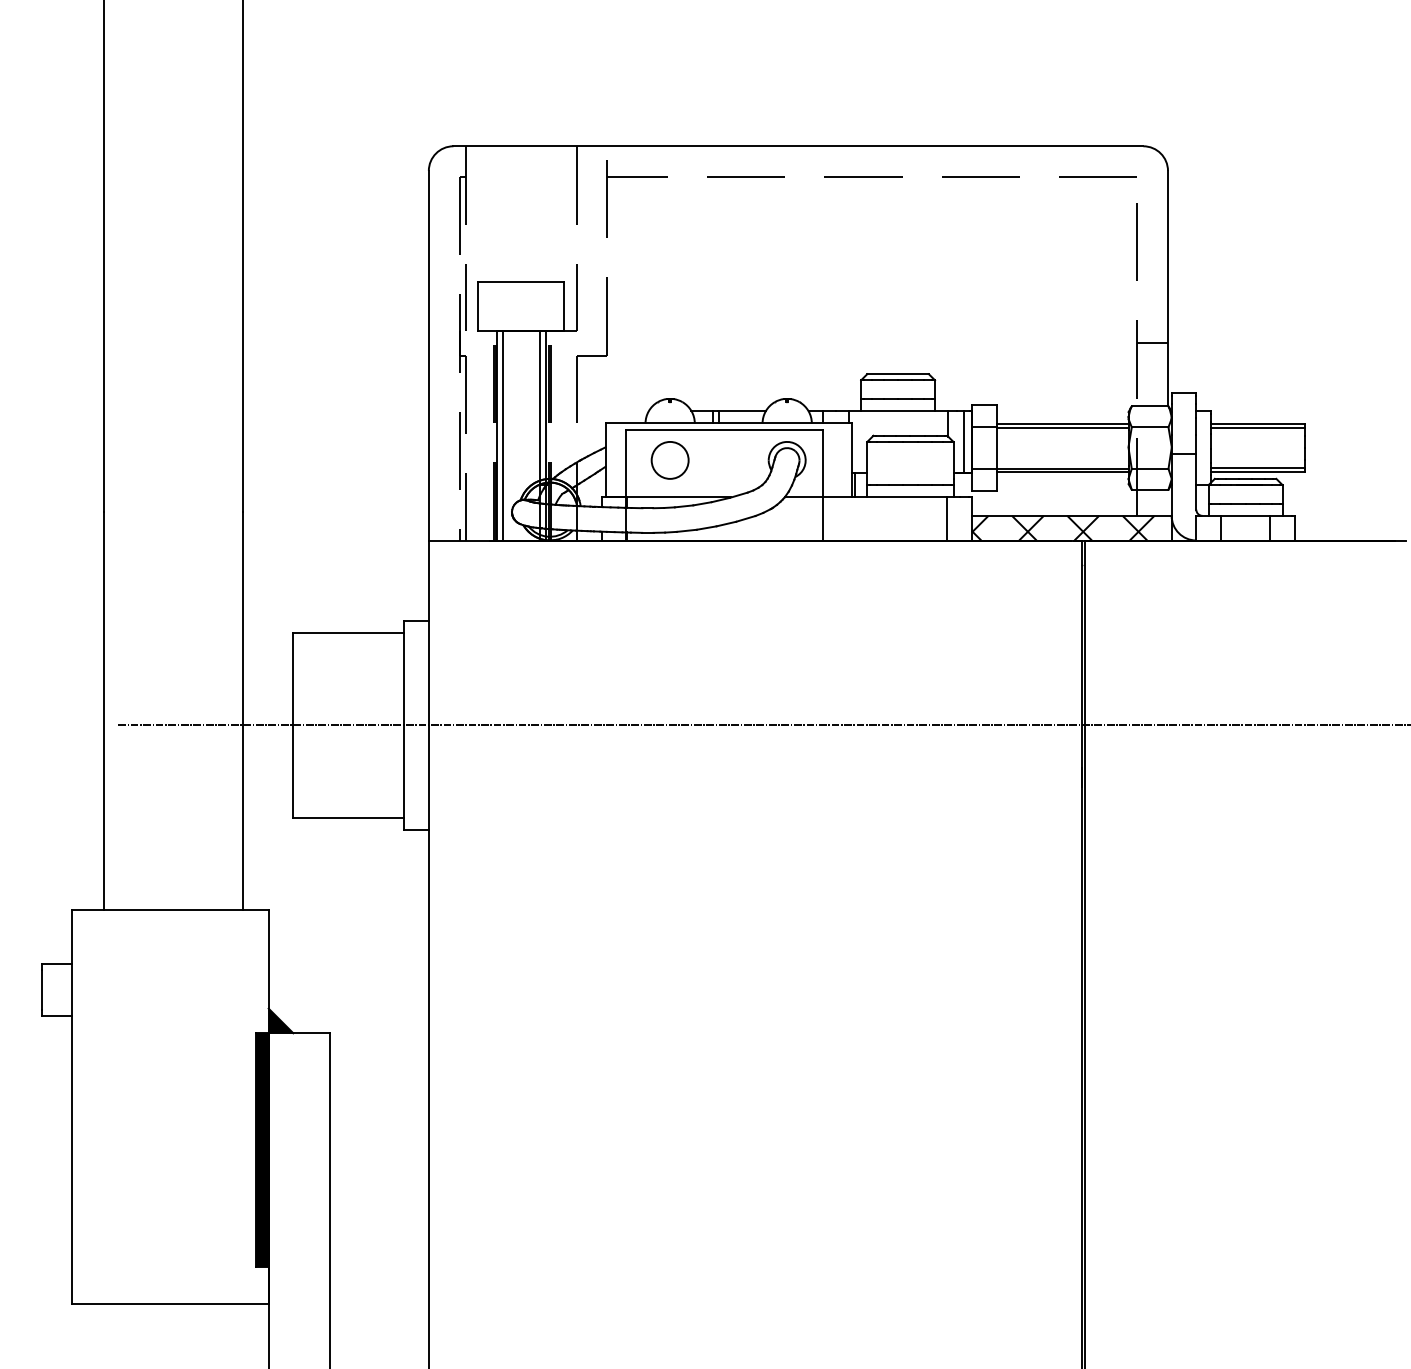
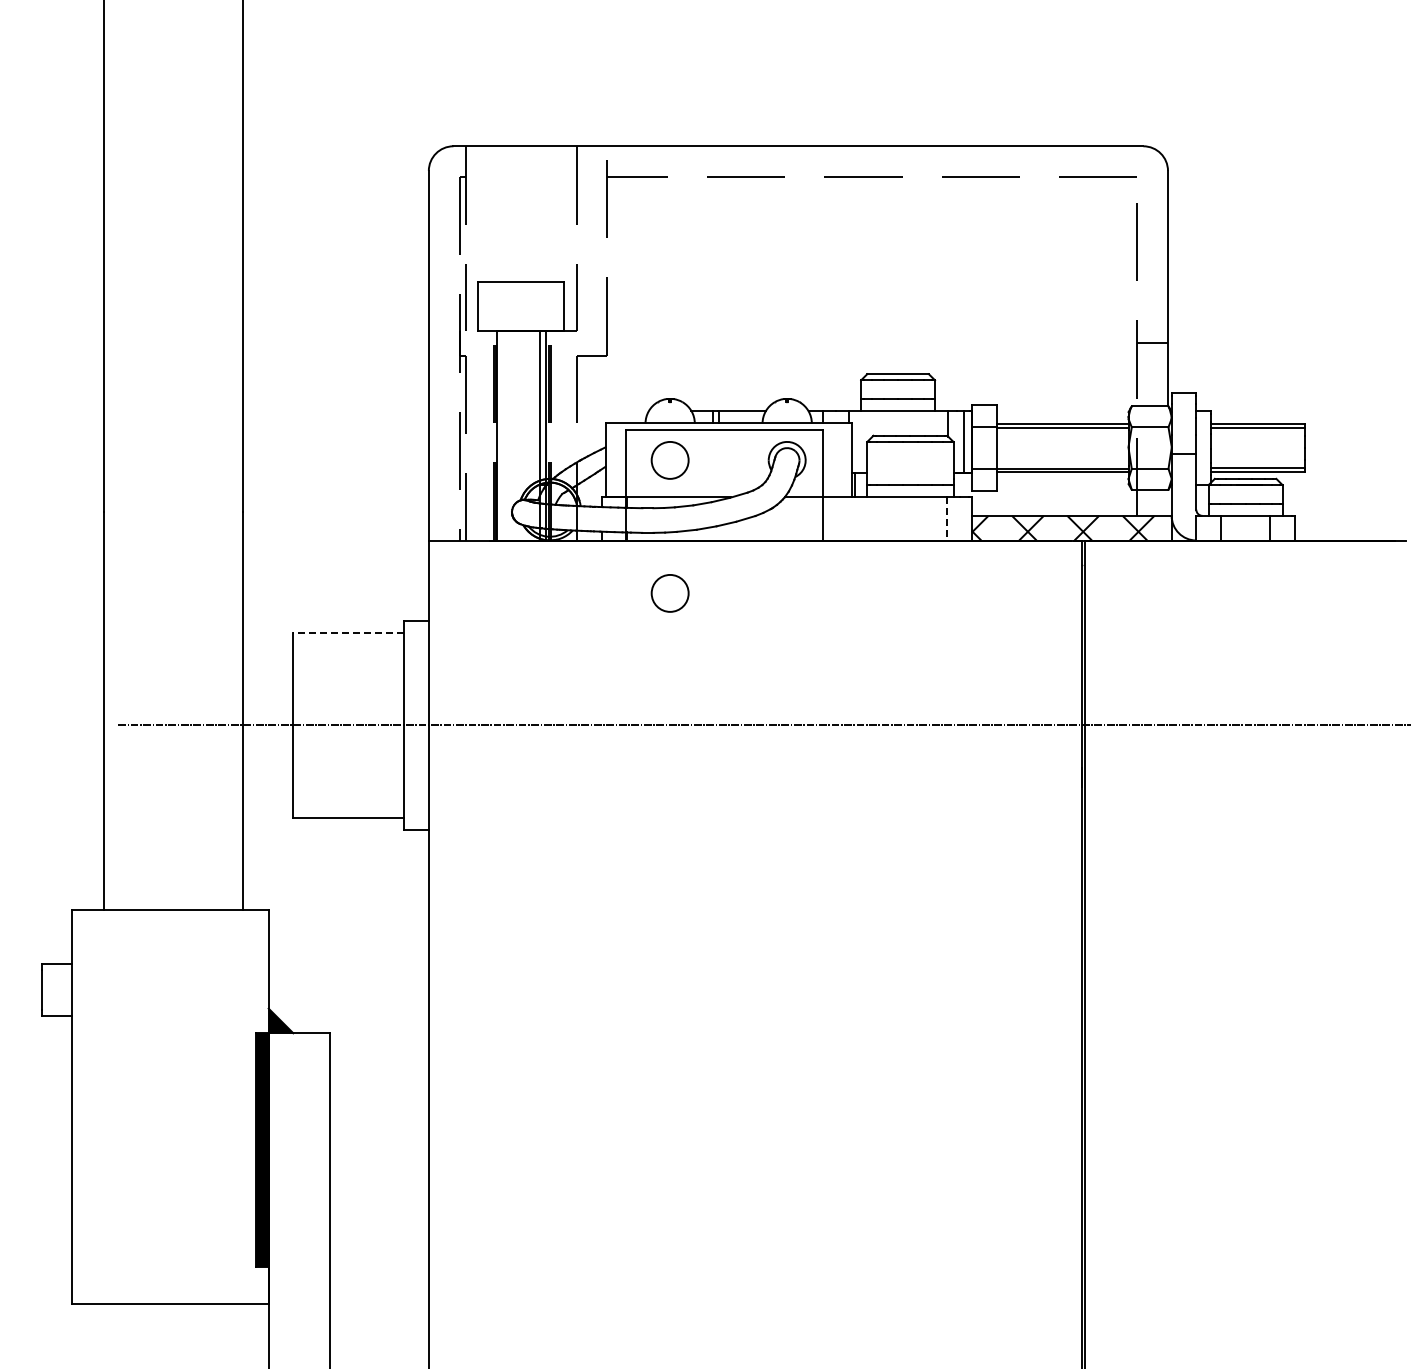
line at (502, 435): present -> none
line at (947, 518): solid -> dashed
circle at (669, 593): none -> present
line at (348, 632): solid -> dashed
